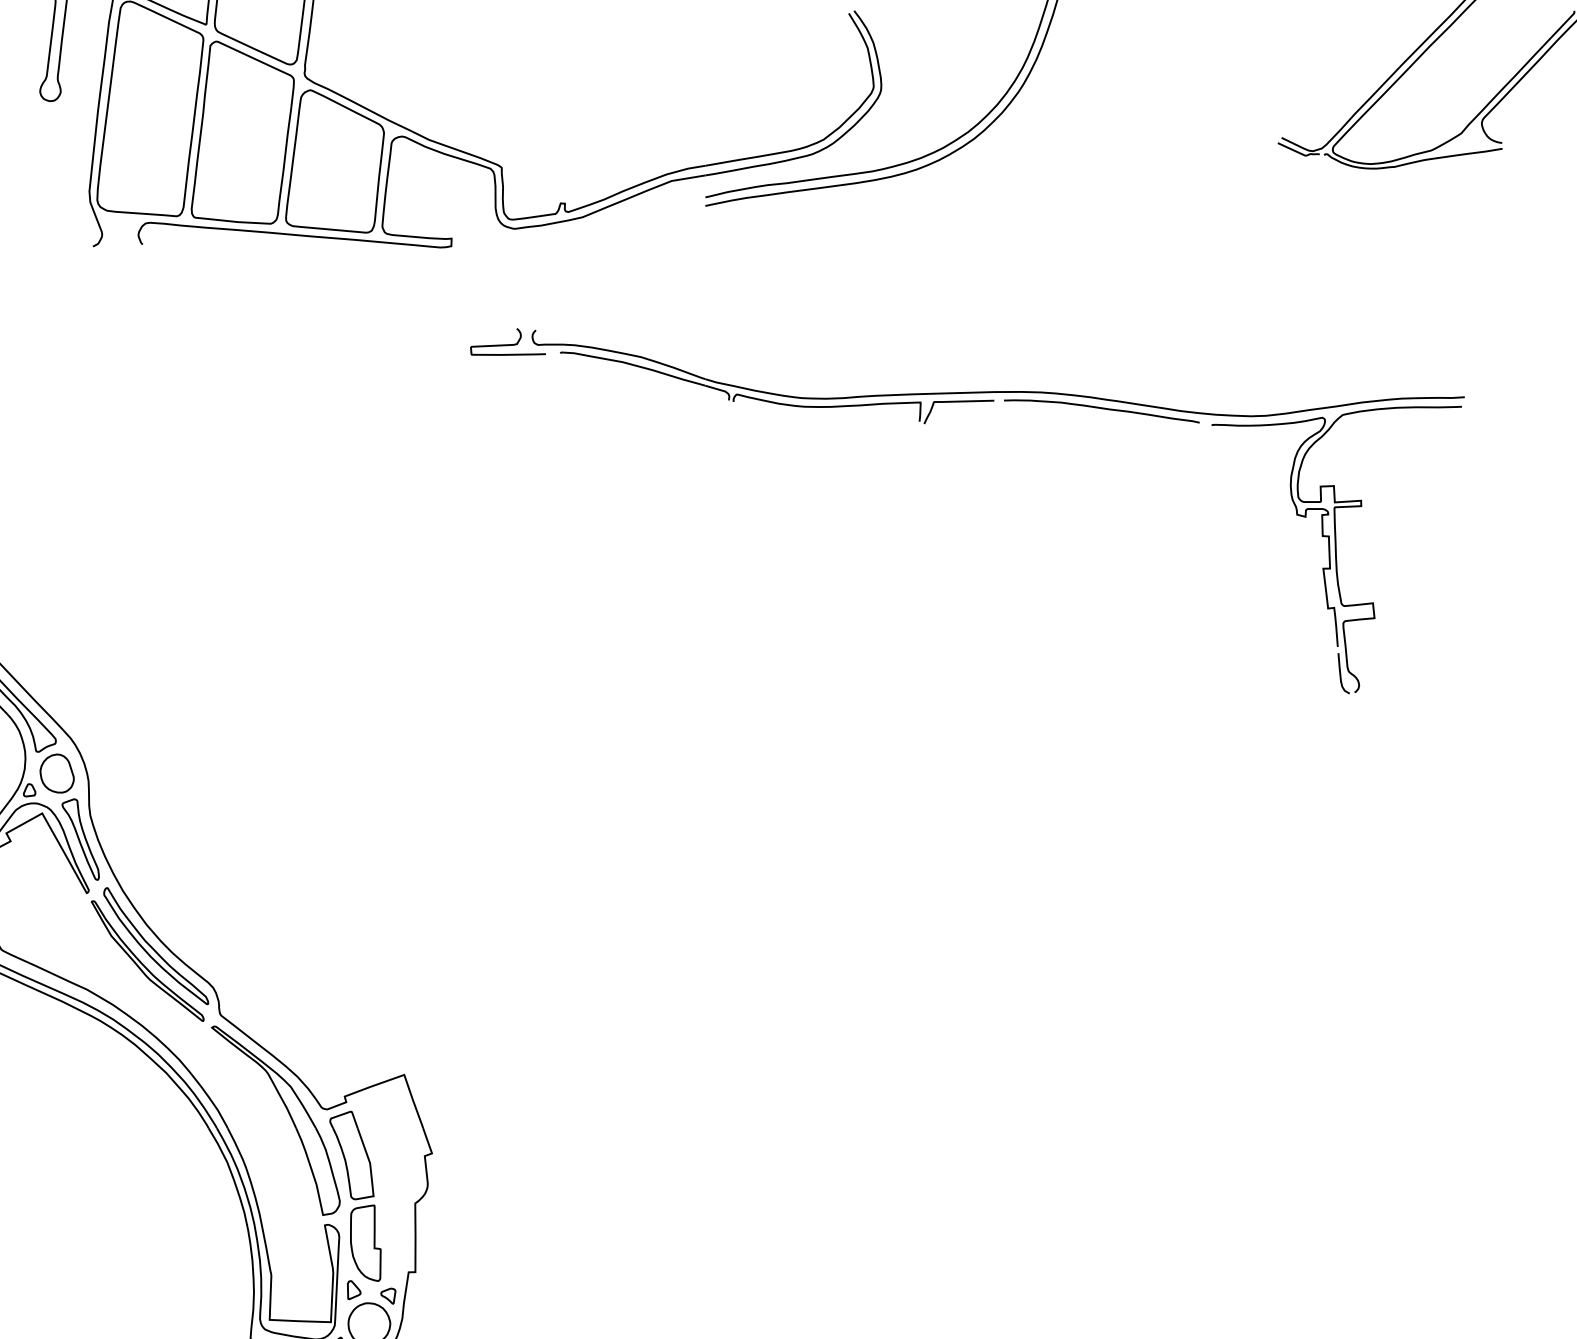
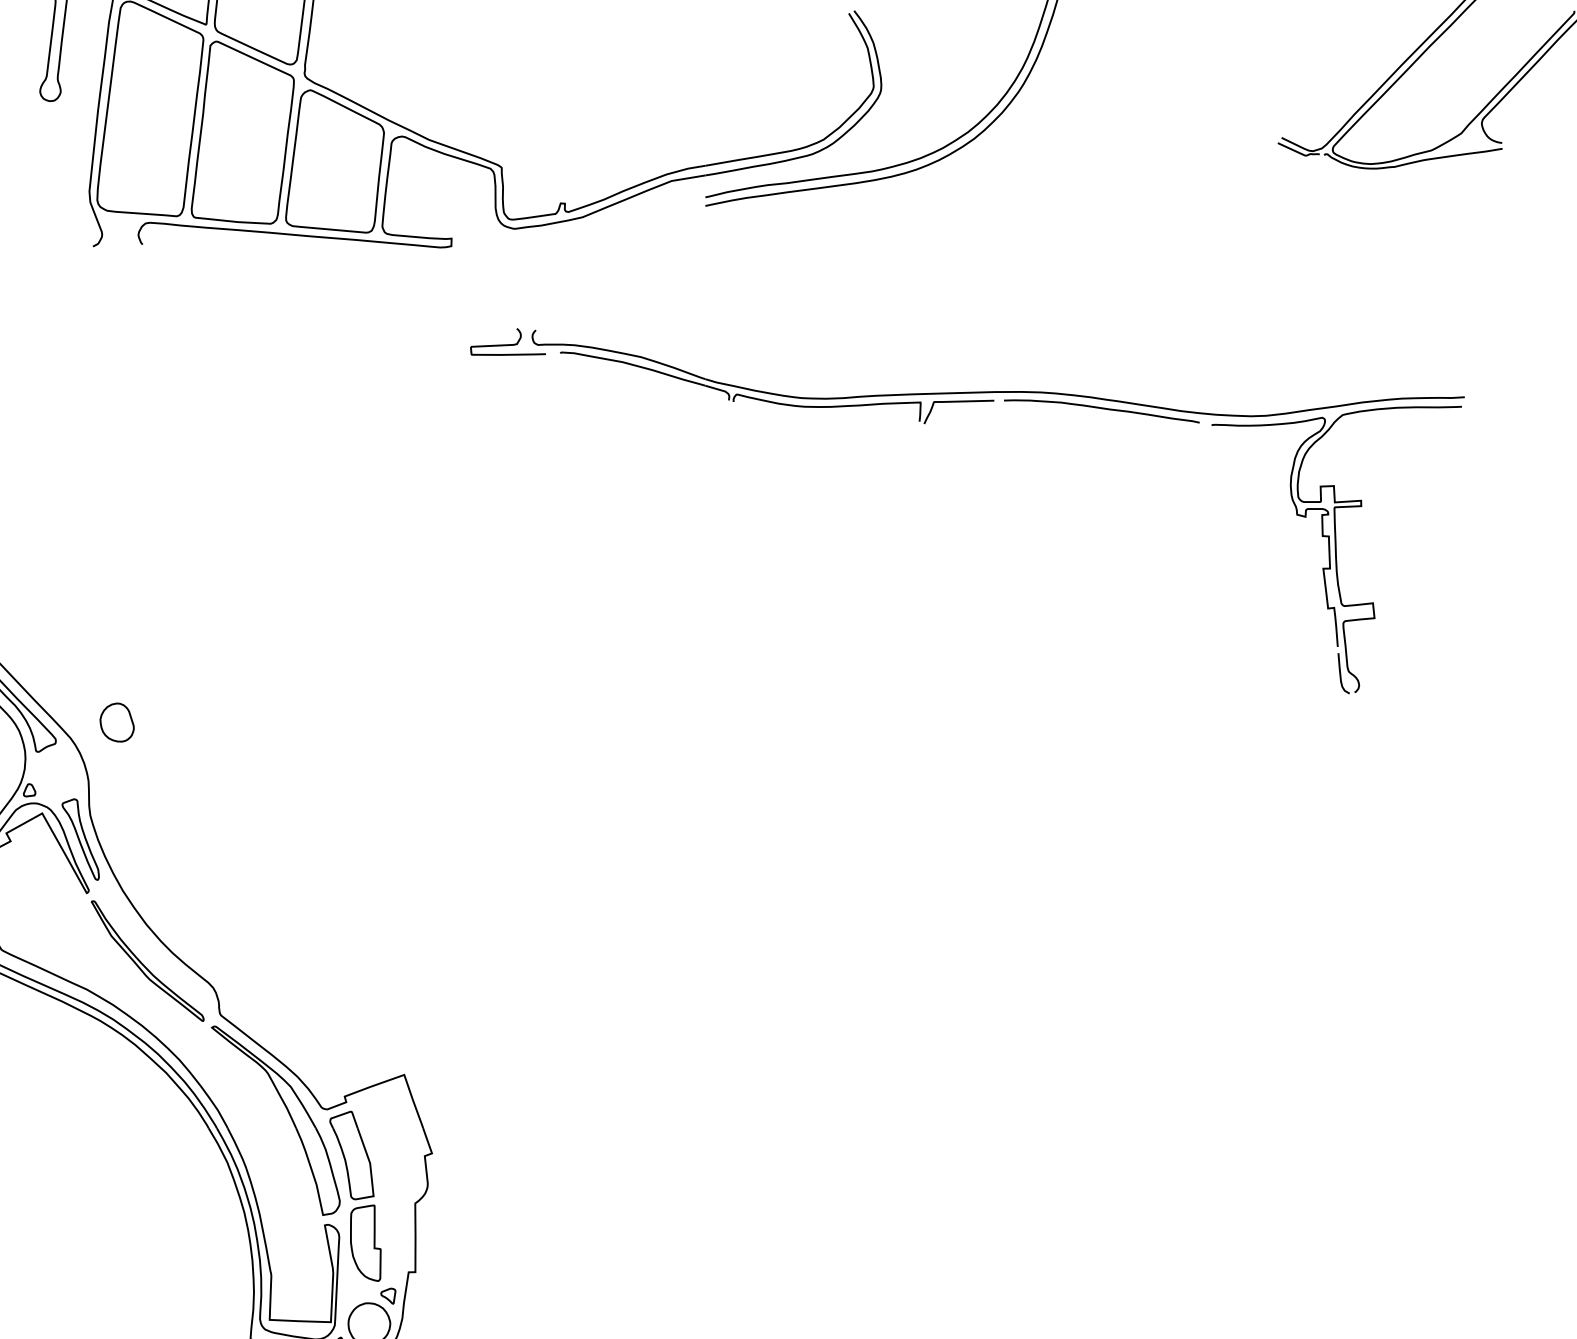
part at (56, 773) position: (56, 773) -> (116, 722)
part at (156, 946): present -> none
part at (354, 1290): present -> none
